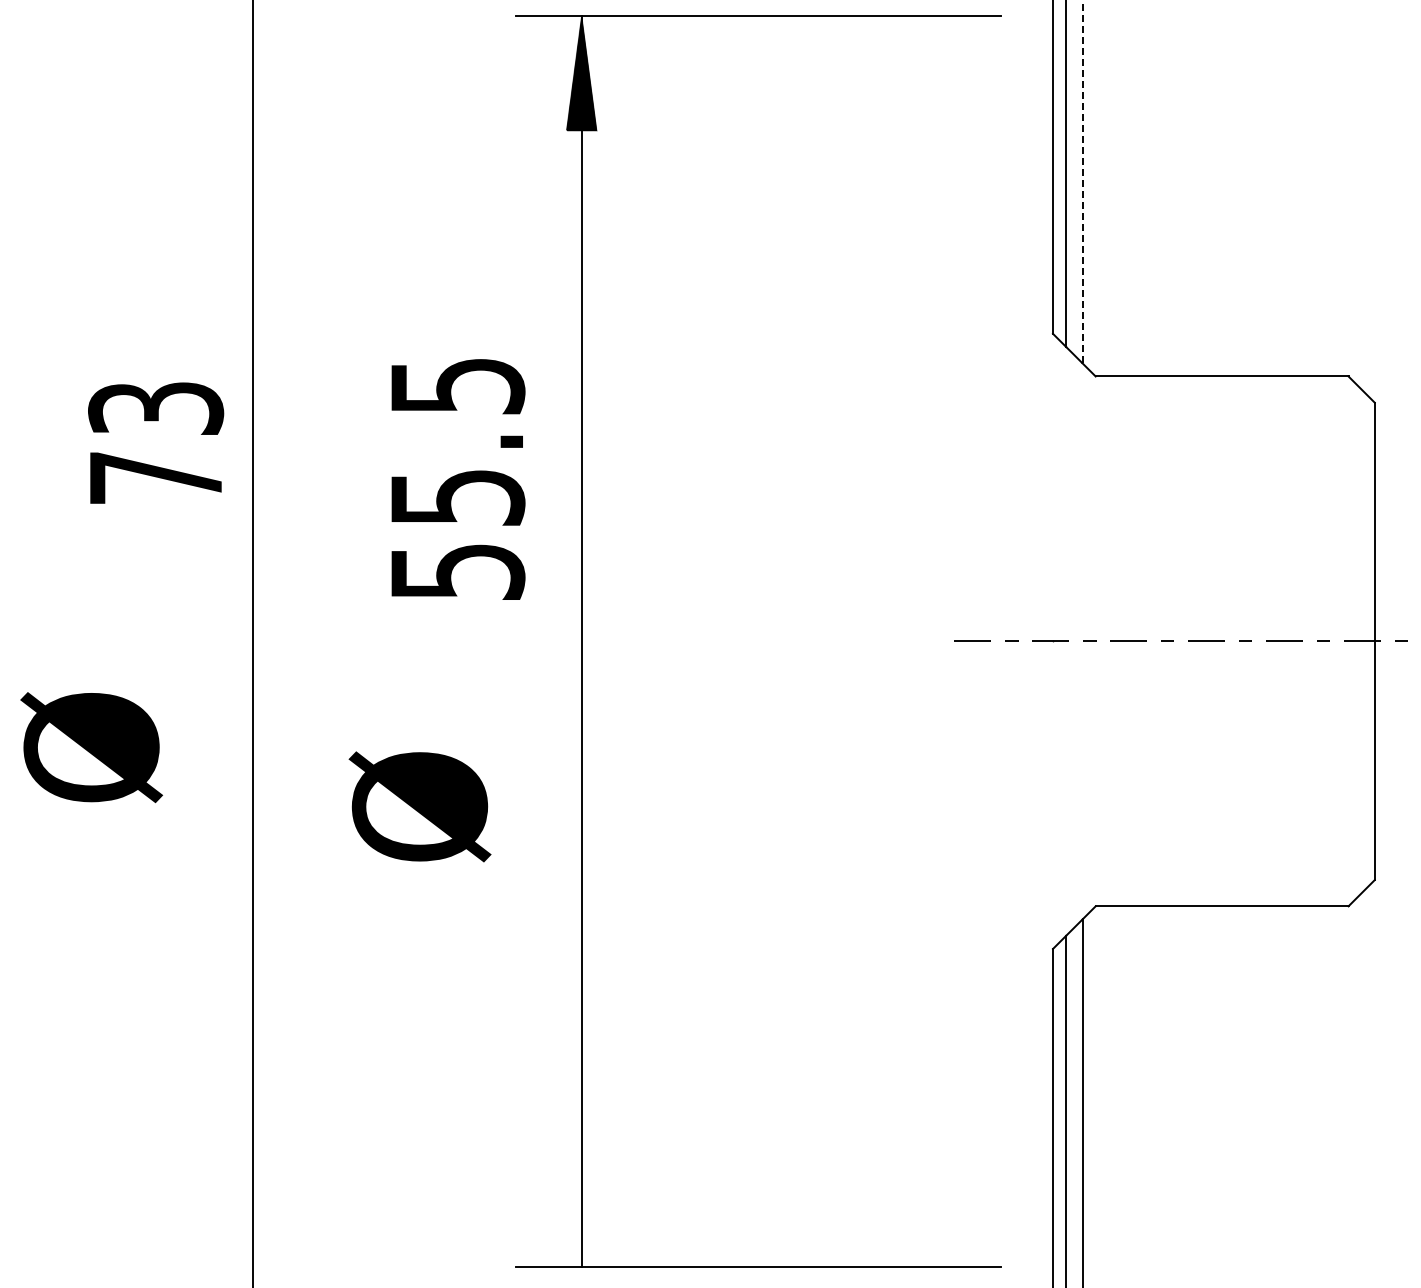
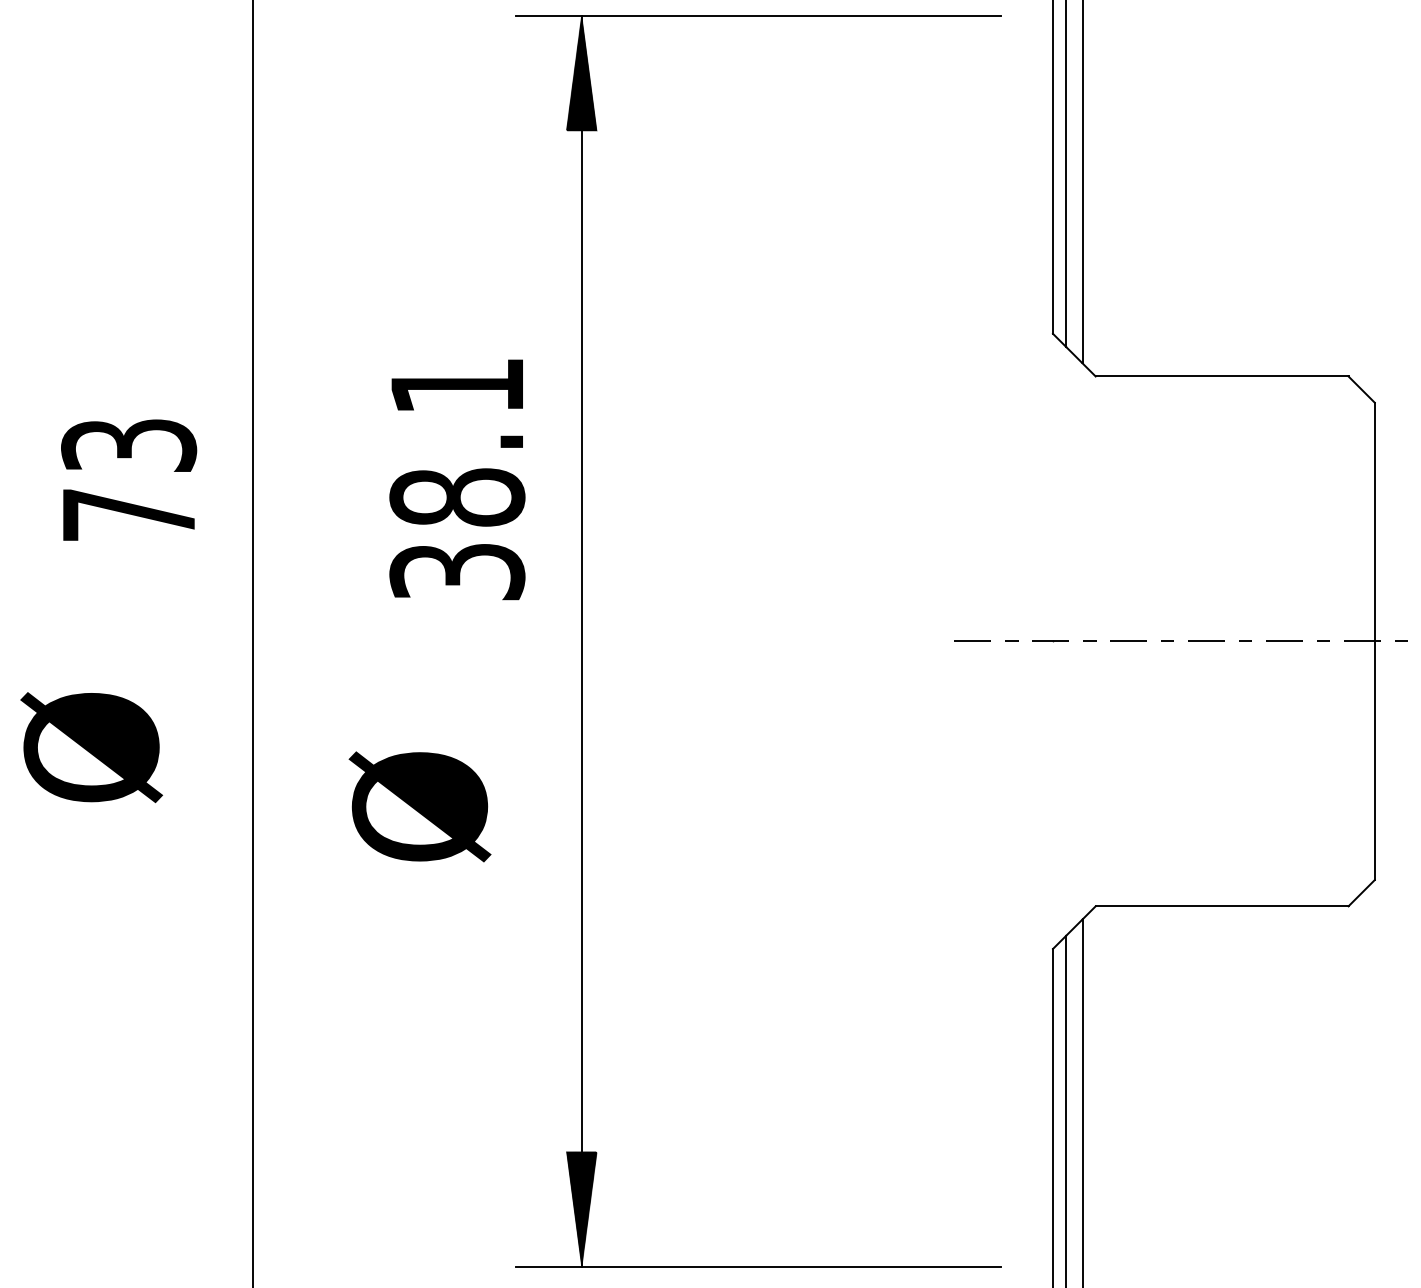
line at (1082, 182): dashed -> solid
text at (156, 442) position: (156, 442) -> (129, 479)
text at (457, 479): 55.5 -> 38.1
hatch at (581, 1209): none -> present
